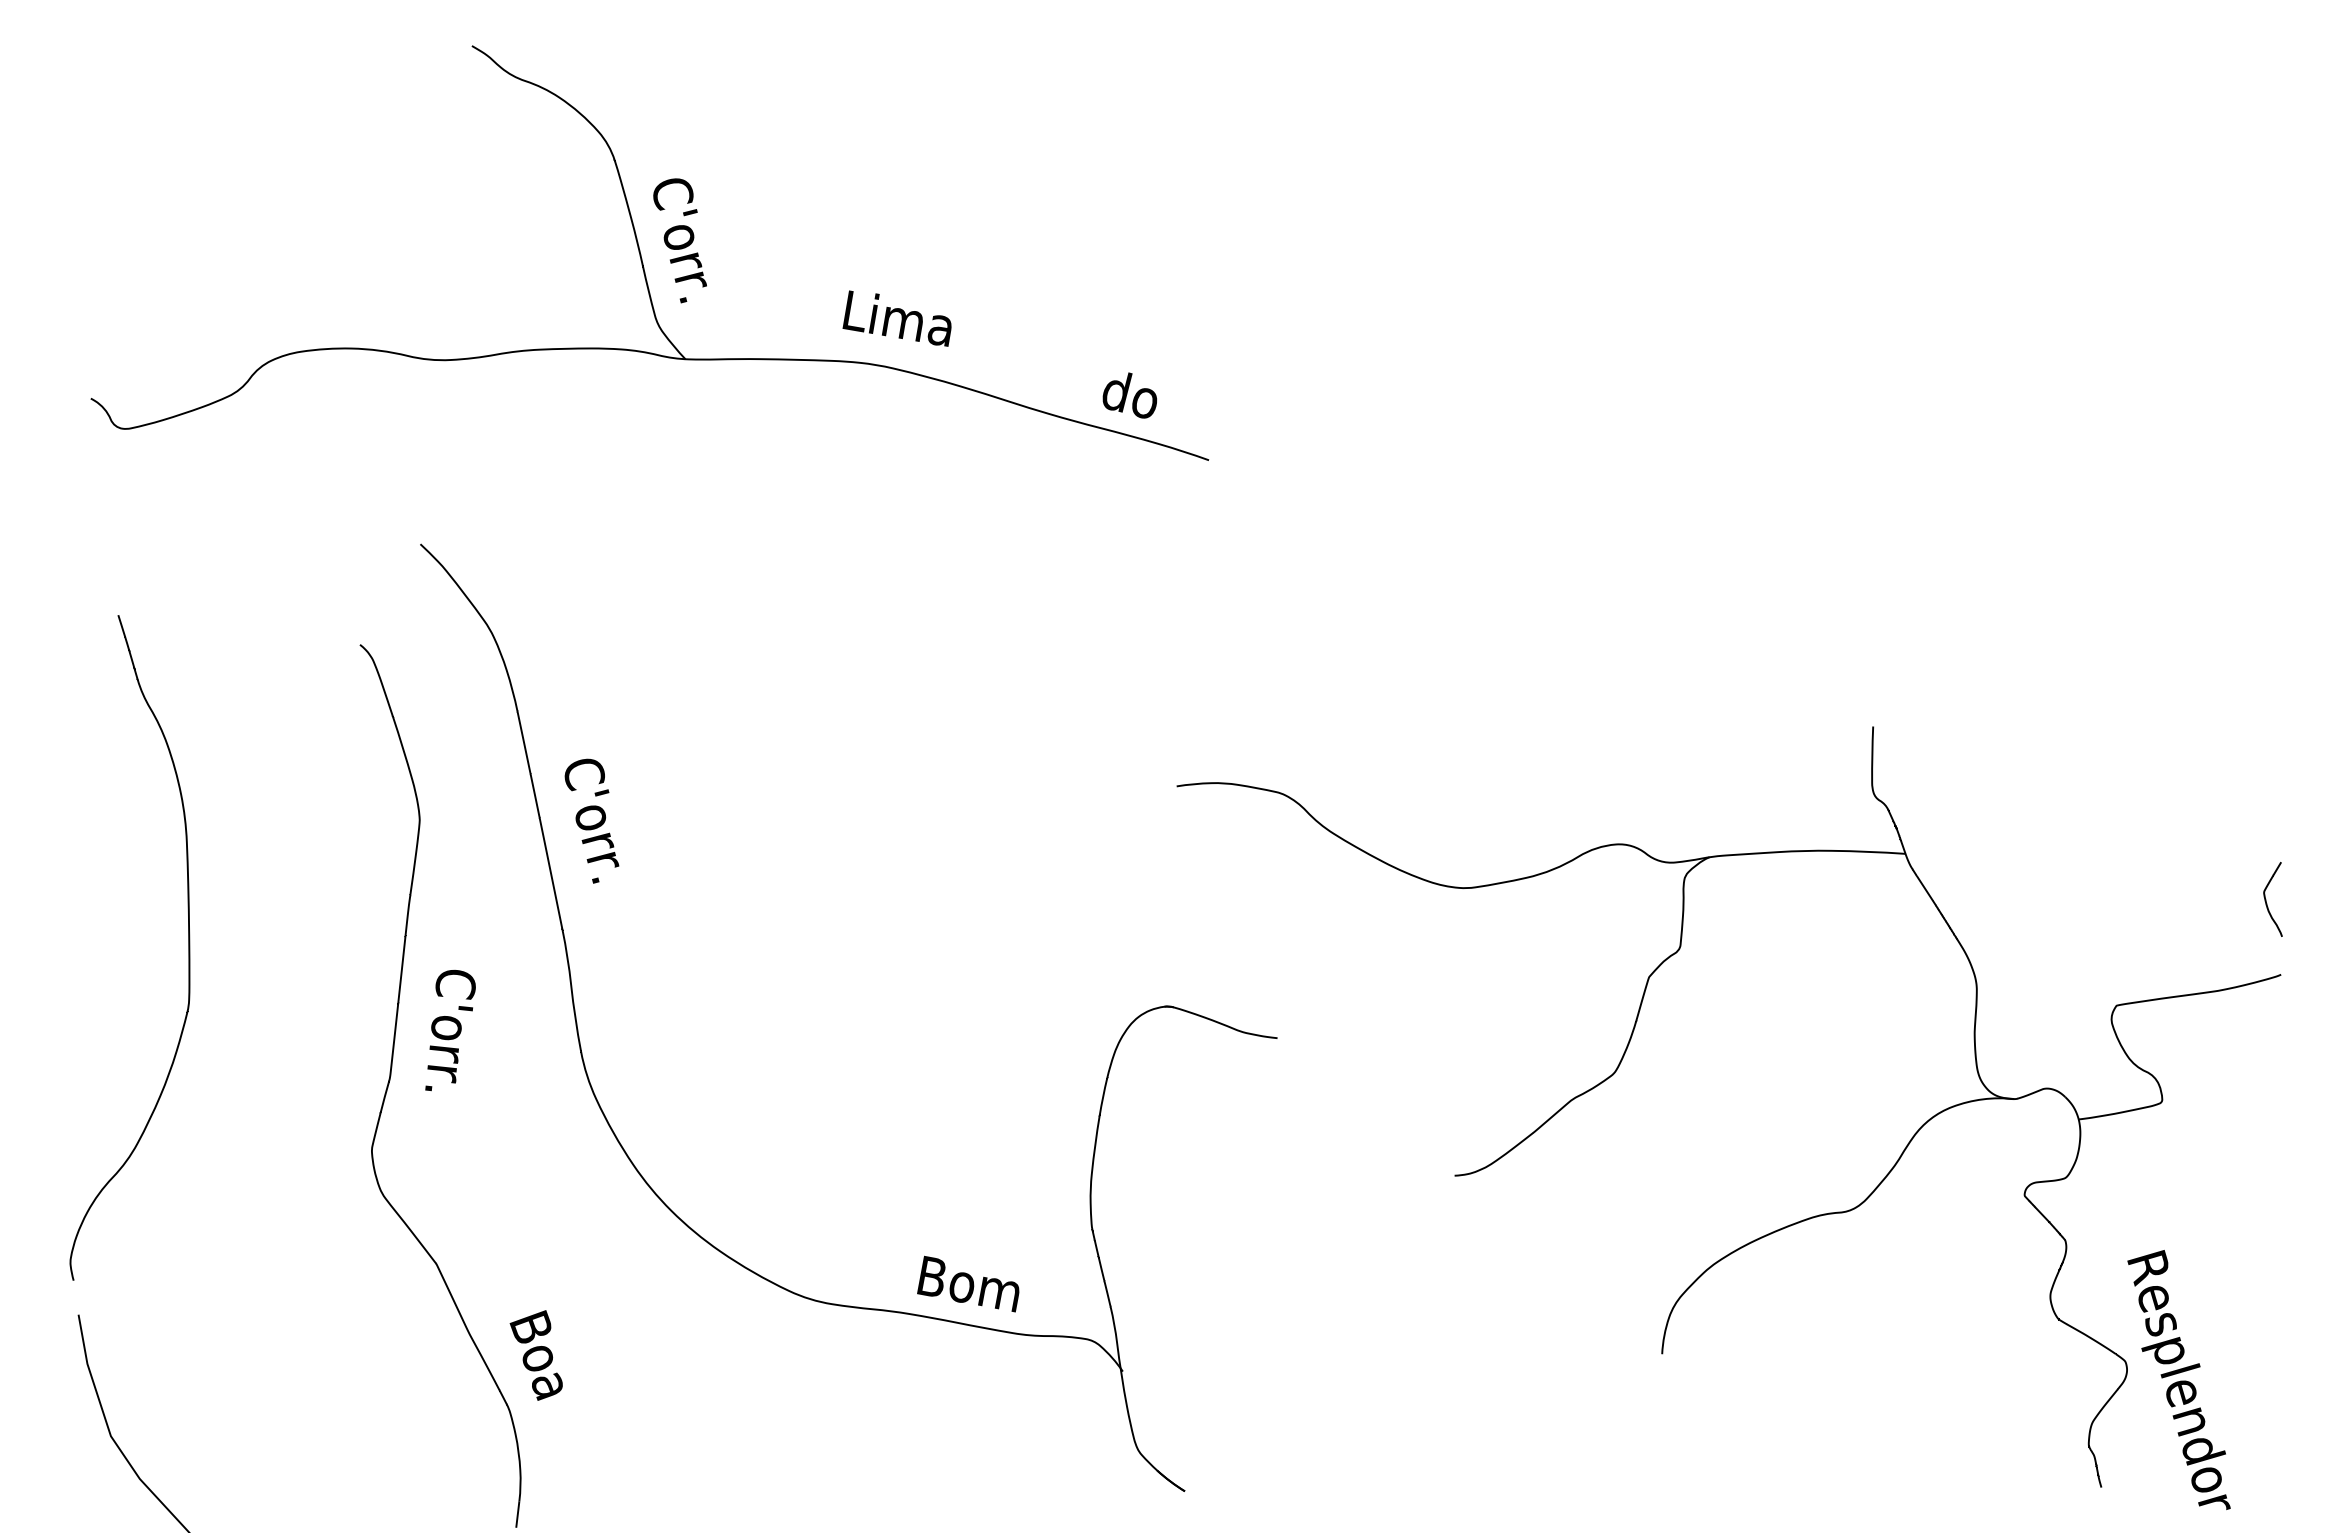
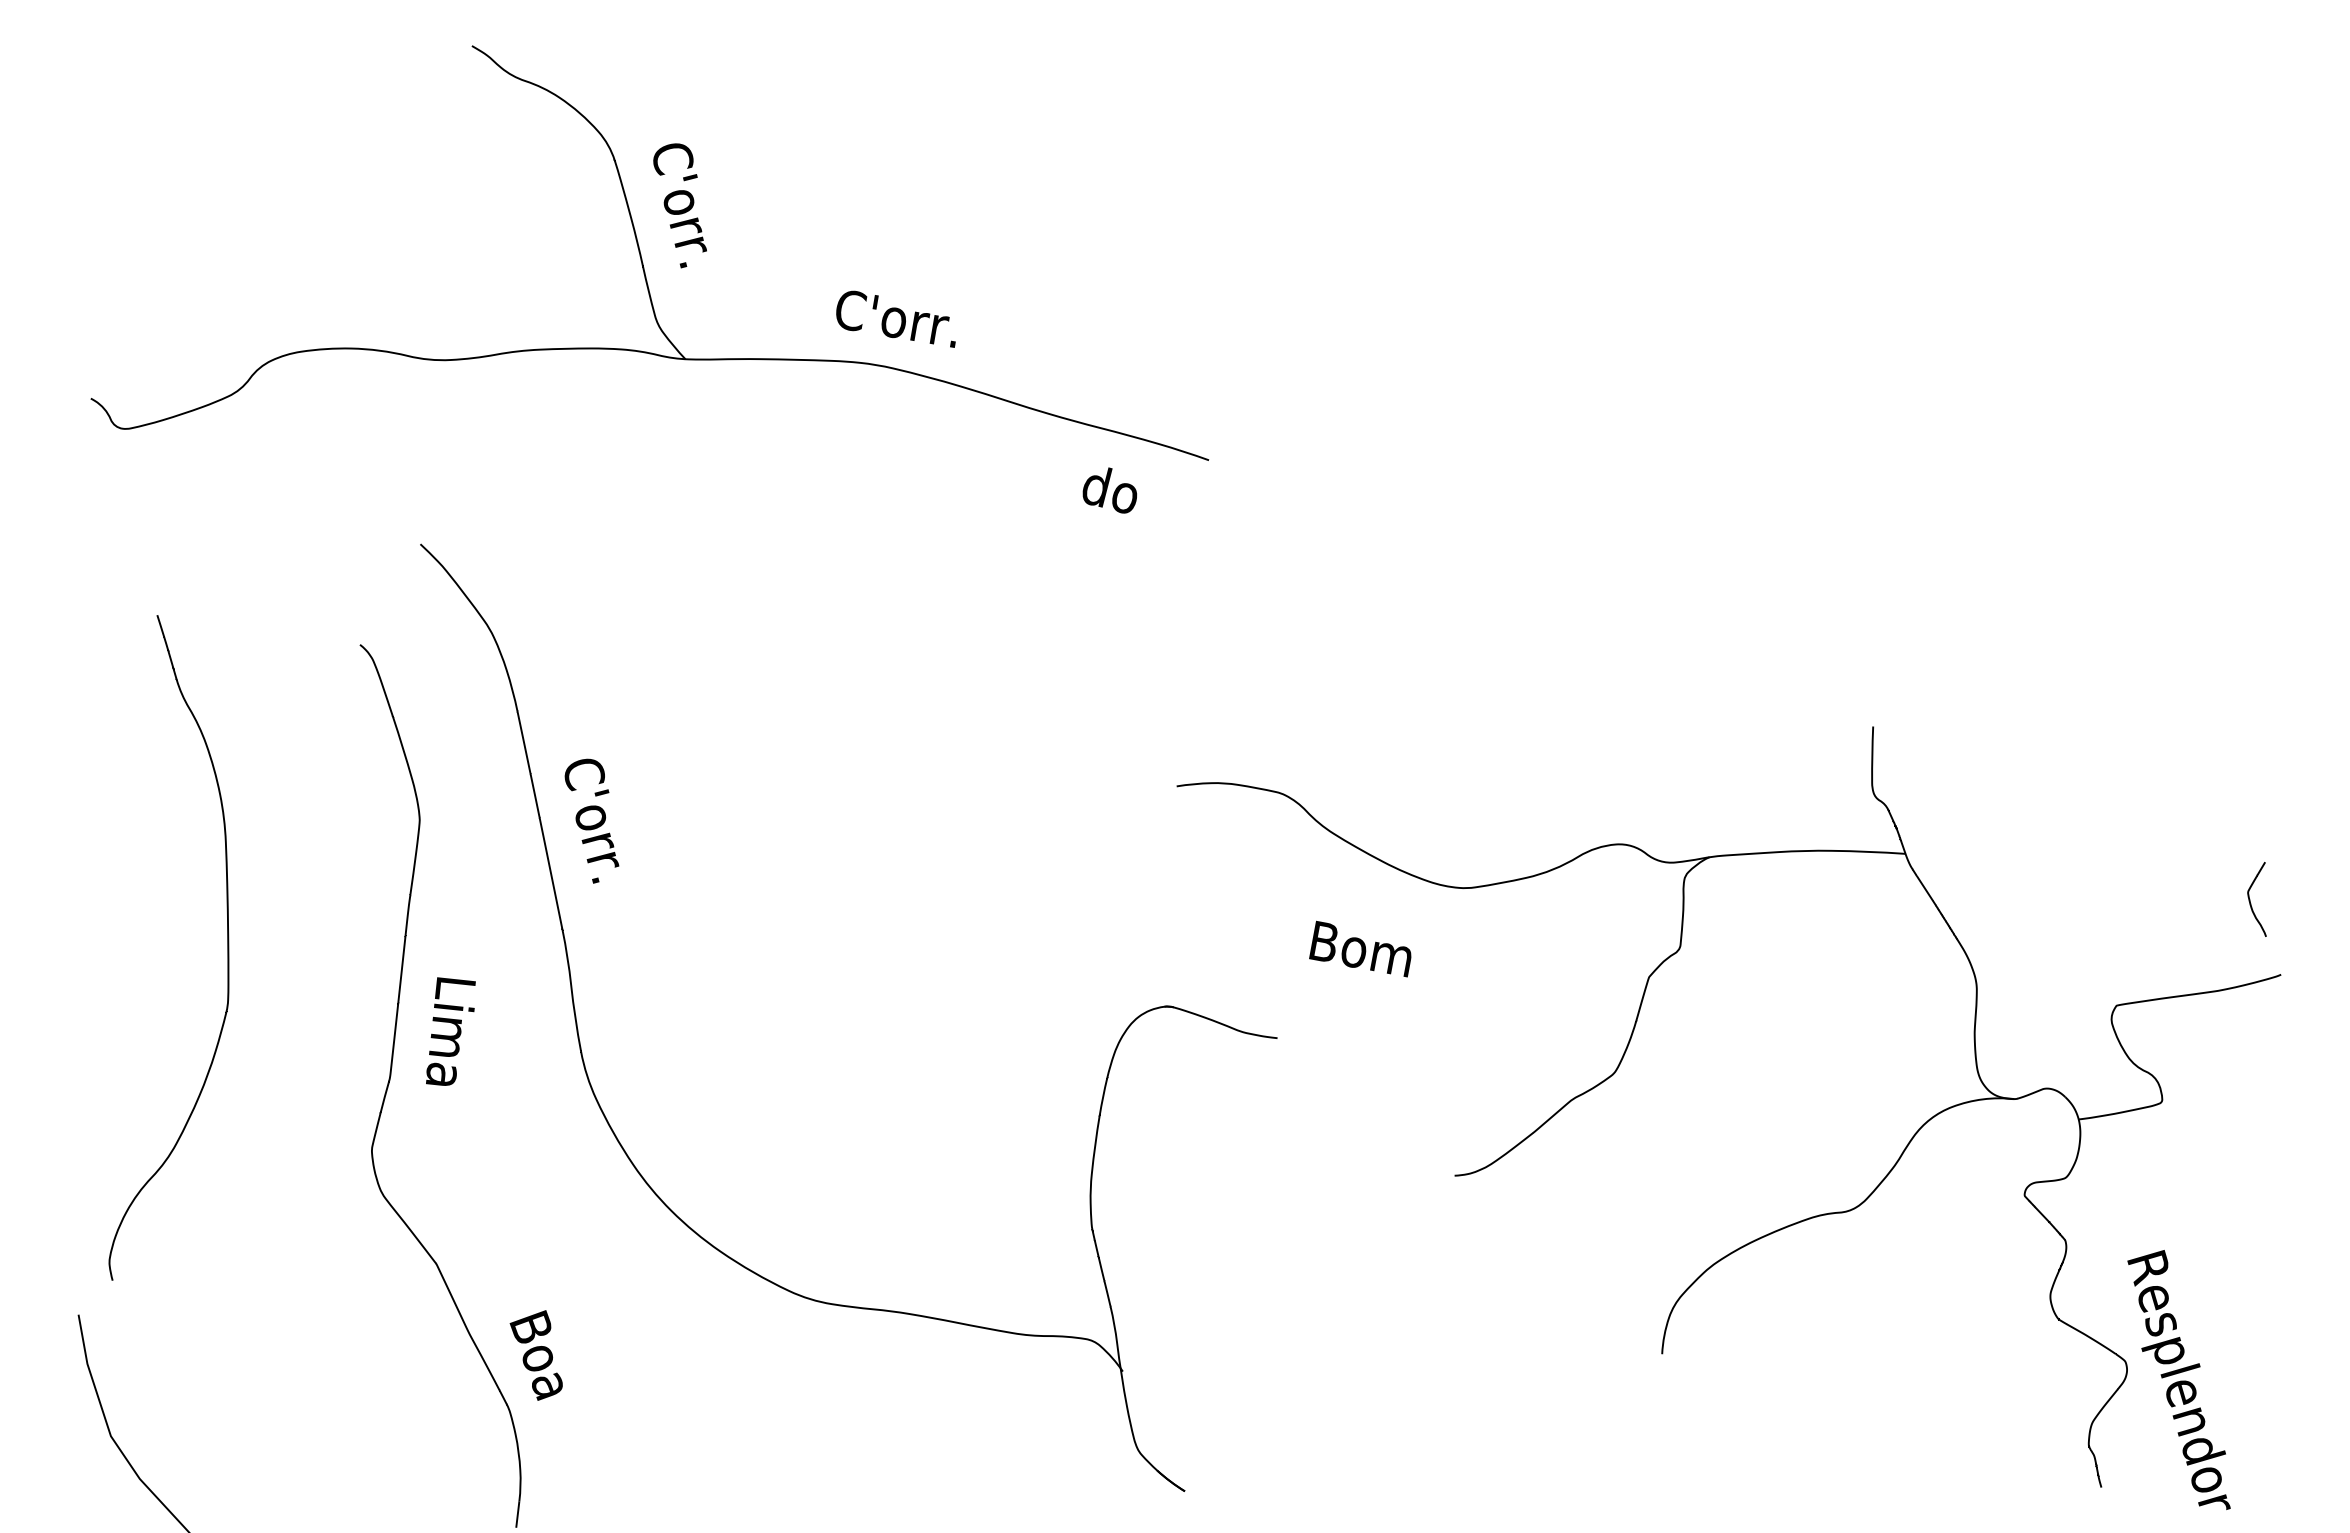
text at (679, 240) position: (679, 240) -> (679, 205)
text at (895, 318): Lima -> C'orr.
text at (1129, 395) position: (1129, 395) -> (1109, 490)
curve at (2266, 899) position: (2266, 899) -> (2250, 899)
curve at (188, 947) position: (188, 947) -> (227, 947)
text at (450, 1030): C'orr. -> Lima
text at (968, 1283) position: (968, 1283) -> (1360, 948)
